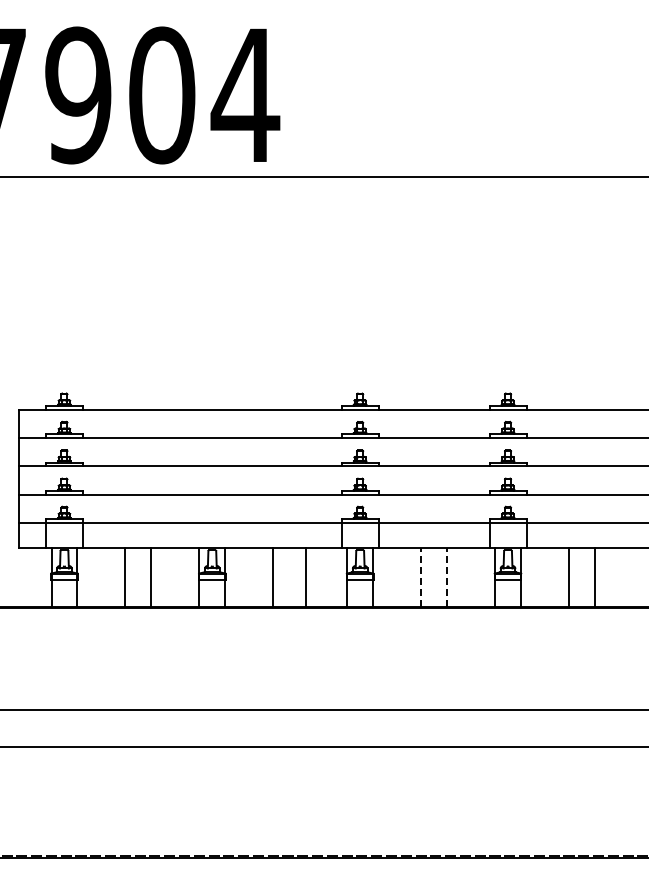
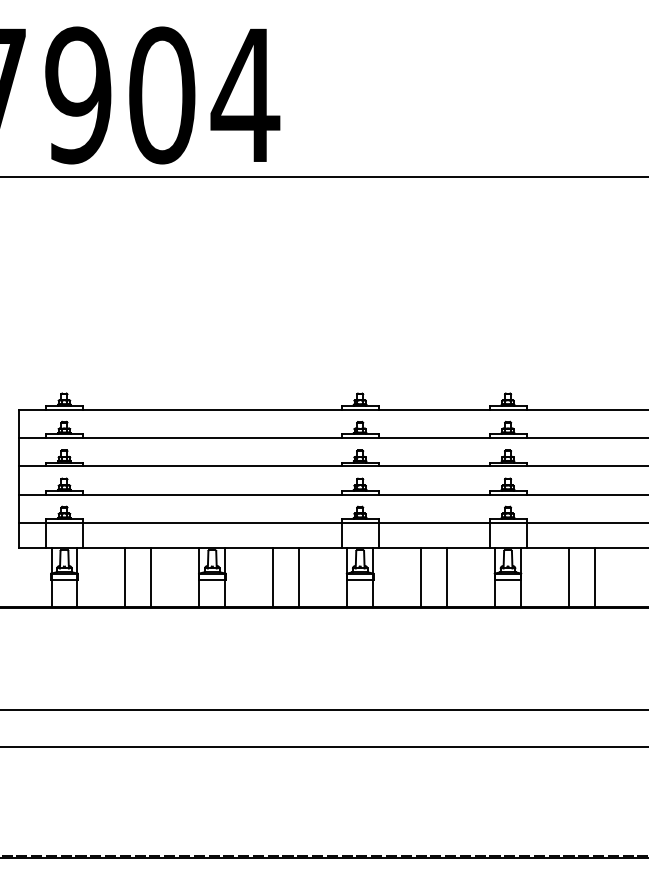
line at (306, 577) position: (306, 577) -> (299, 577)
line at (421, 577): dashed -> solid
line at (447, 577): dashed -> solid
